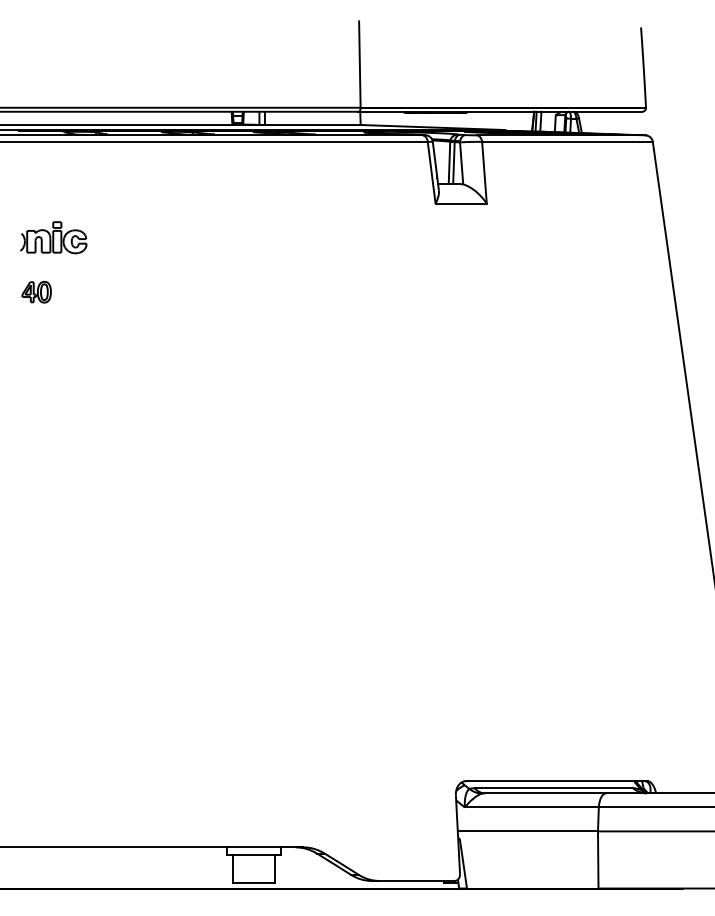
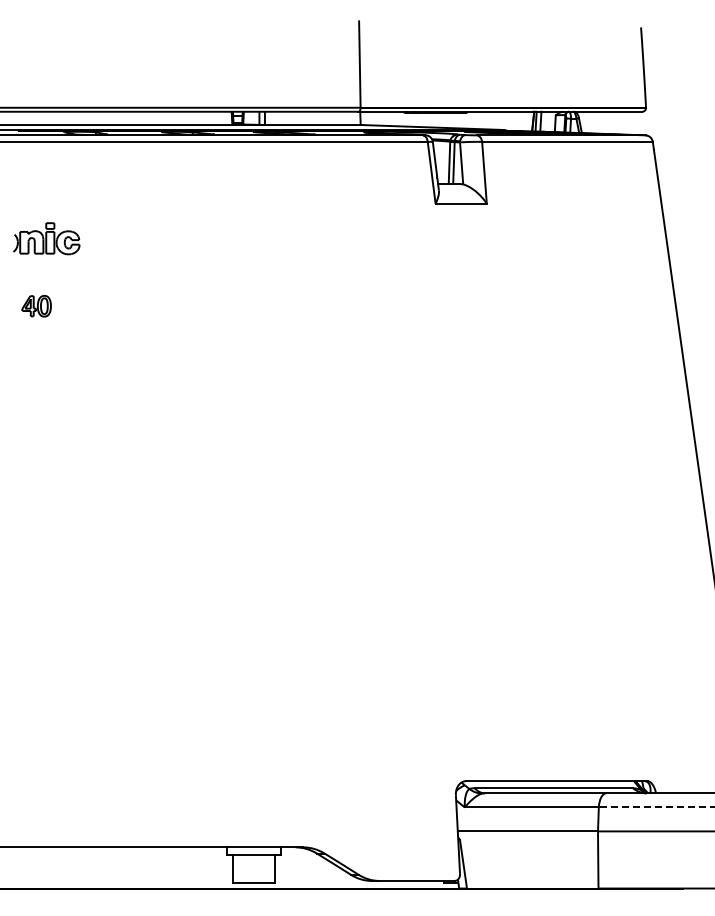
part at (53, 237) position: (53, 237) -> (46, 238)
part at (36, 291) position: (36, 291) -> (36, 305)
line at (656, 807): solid -> dashed
